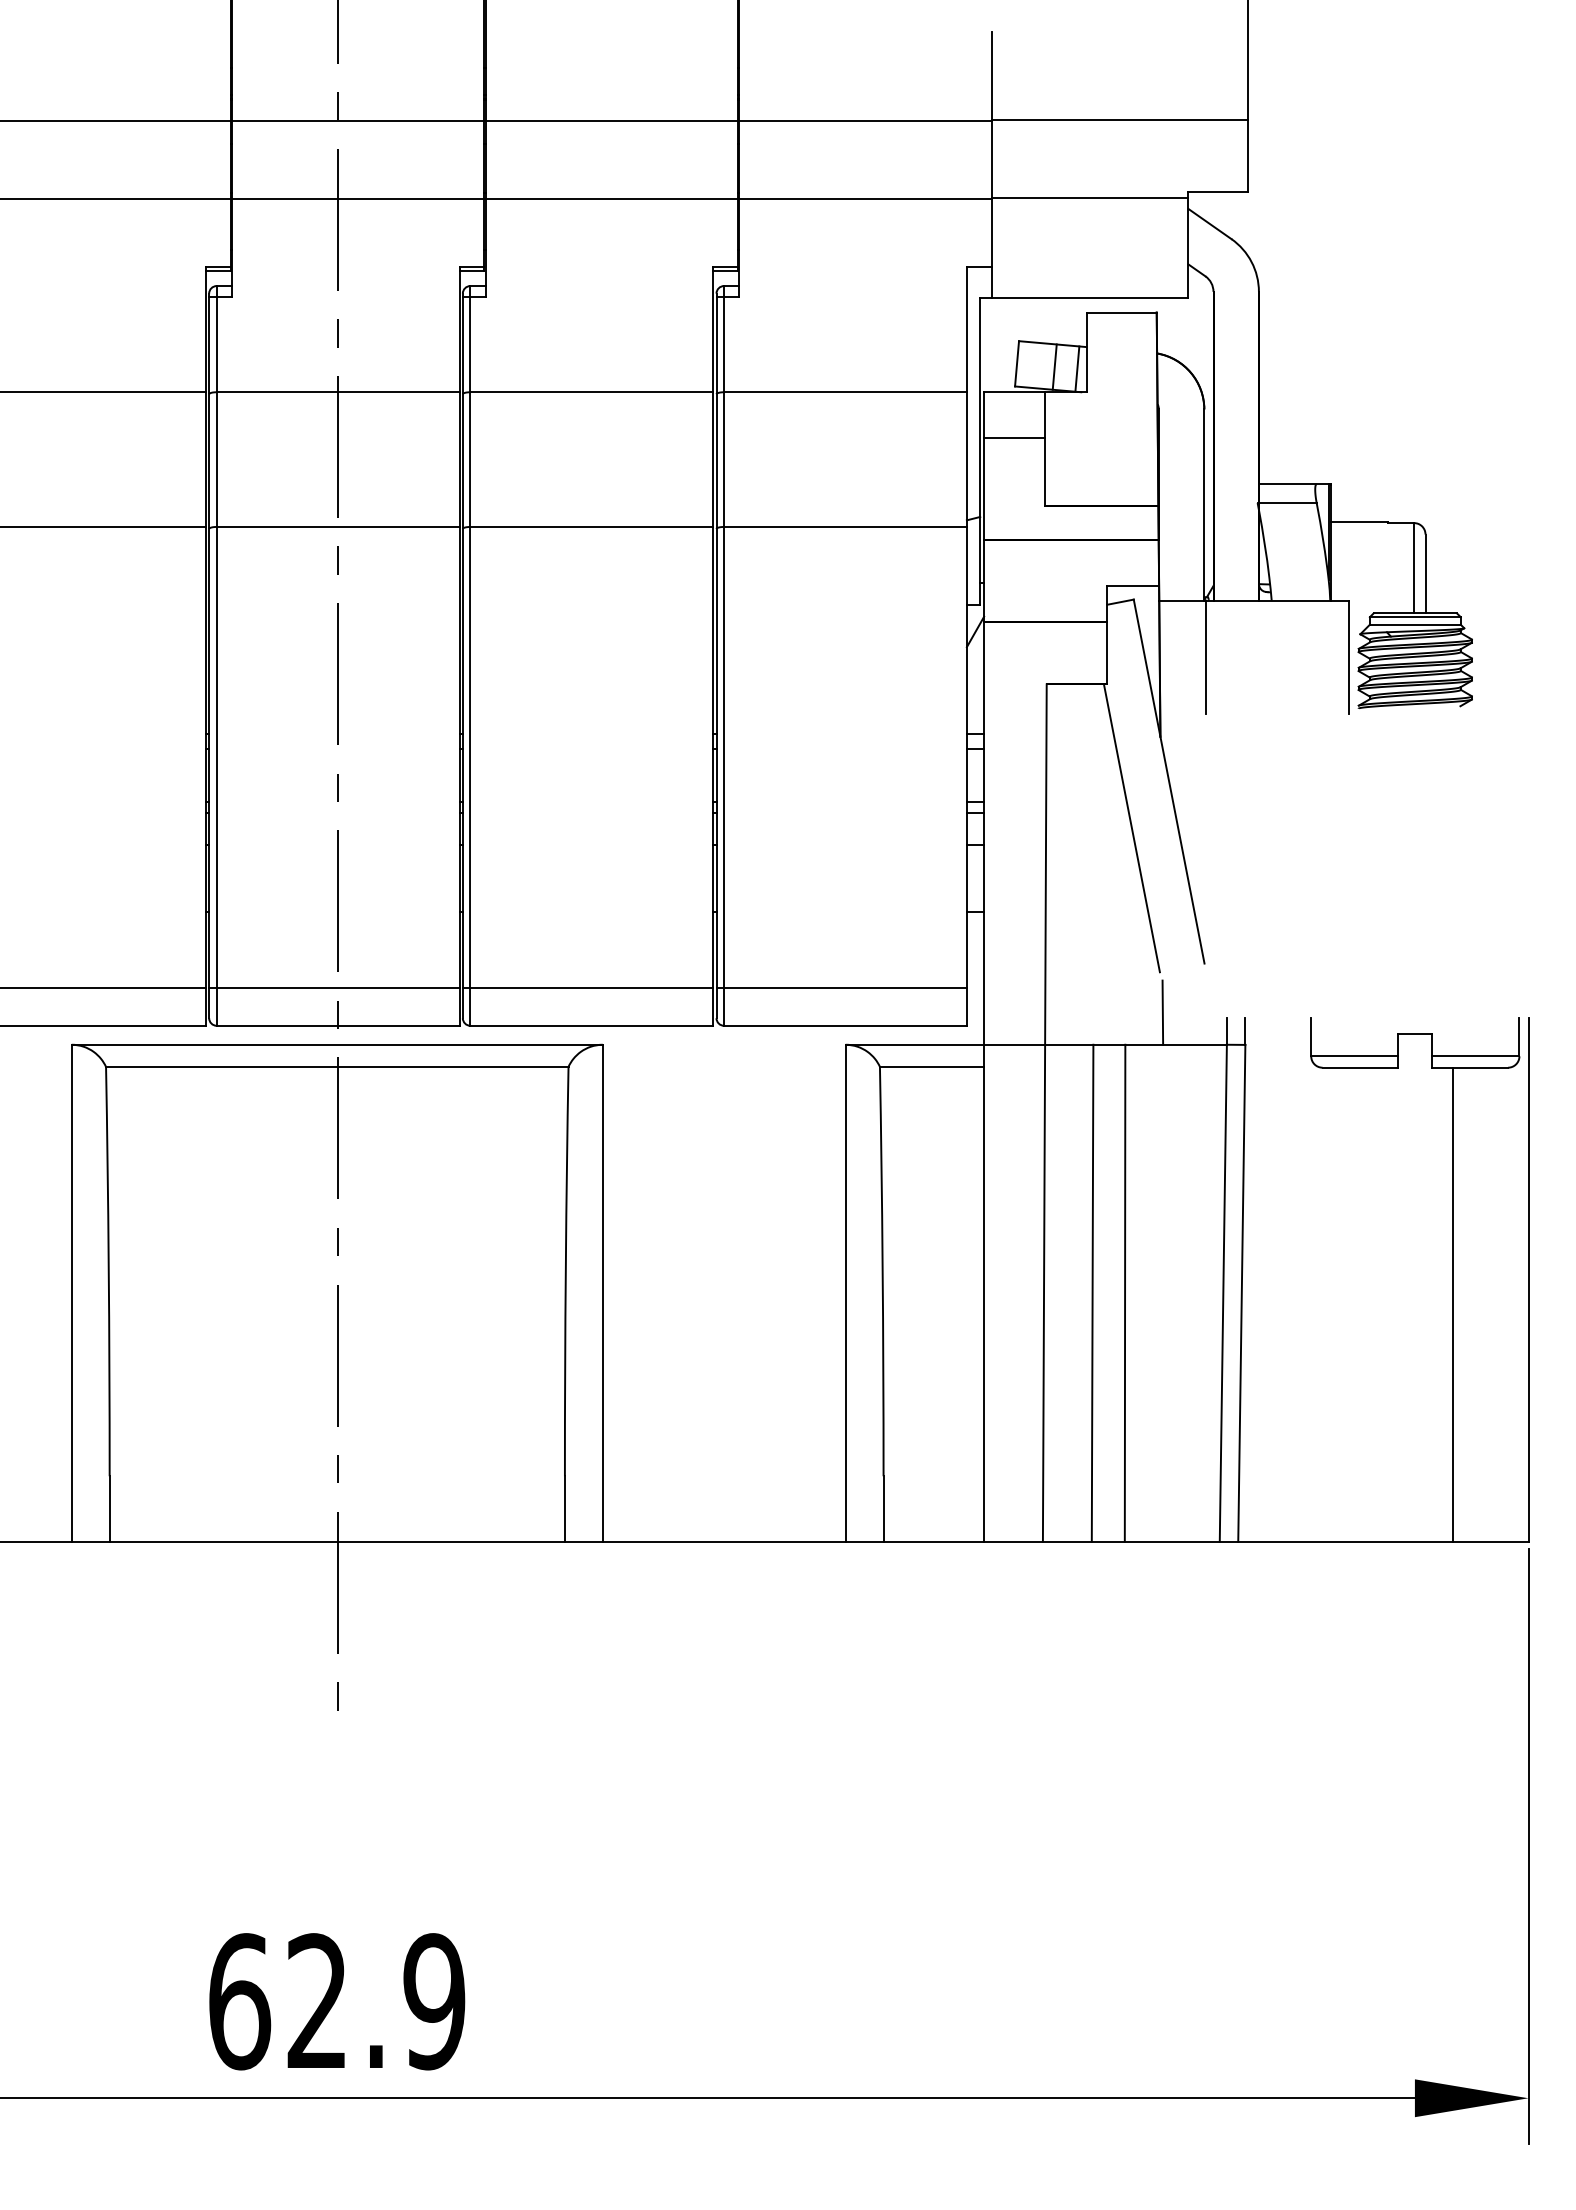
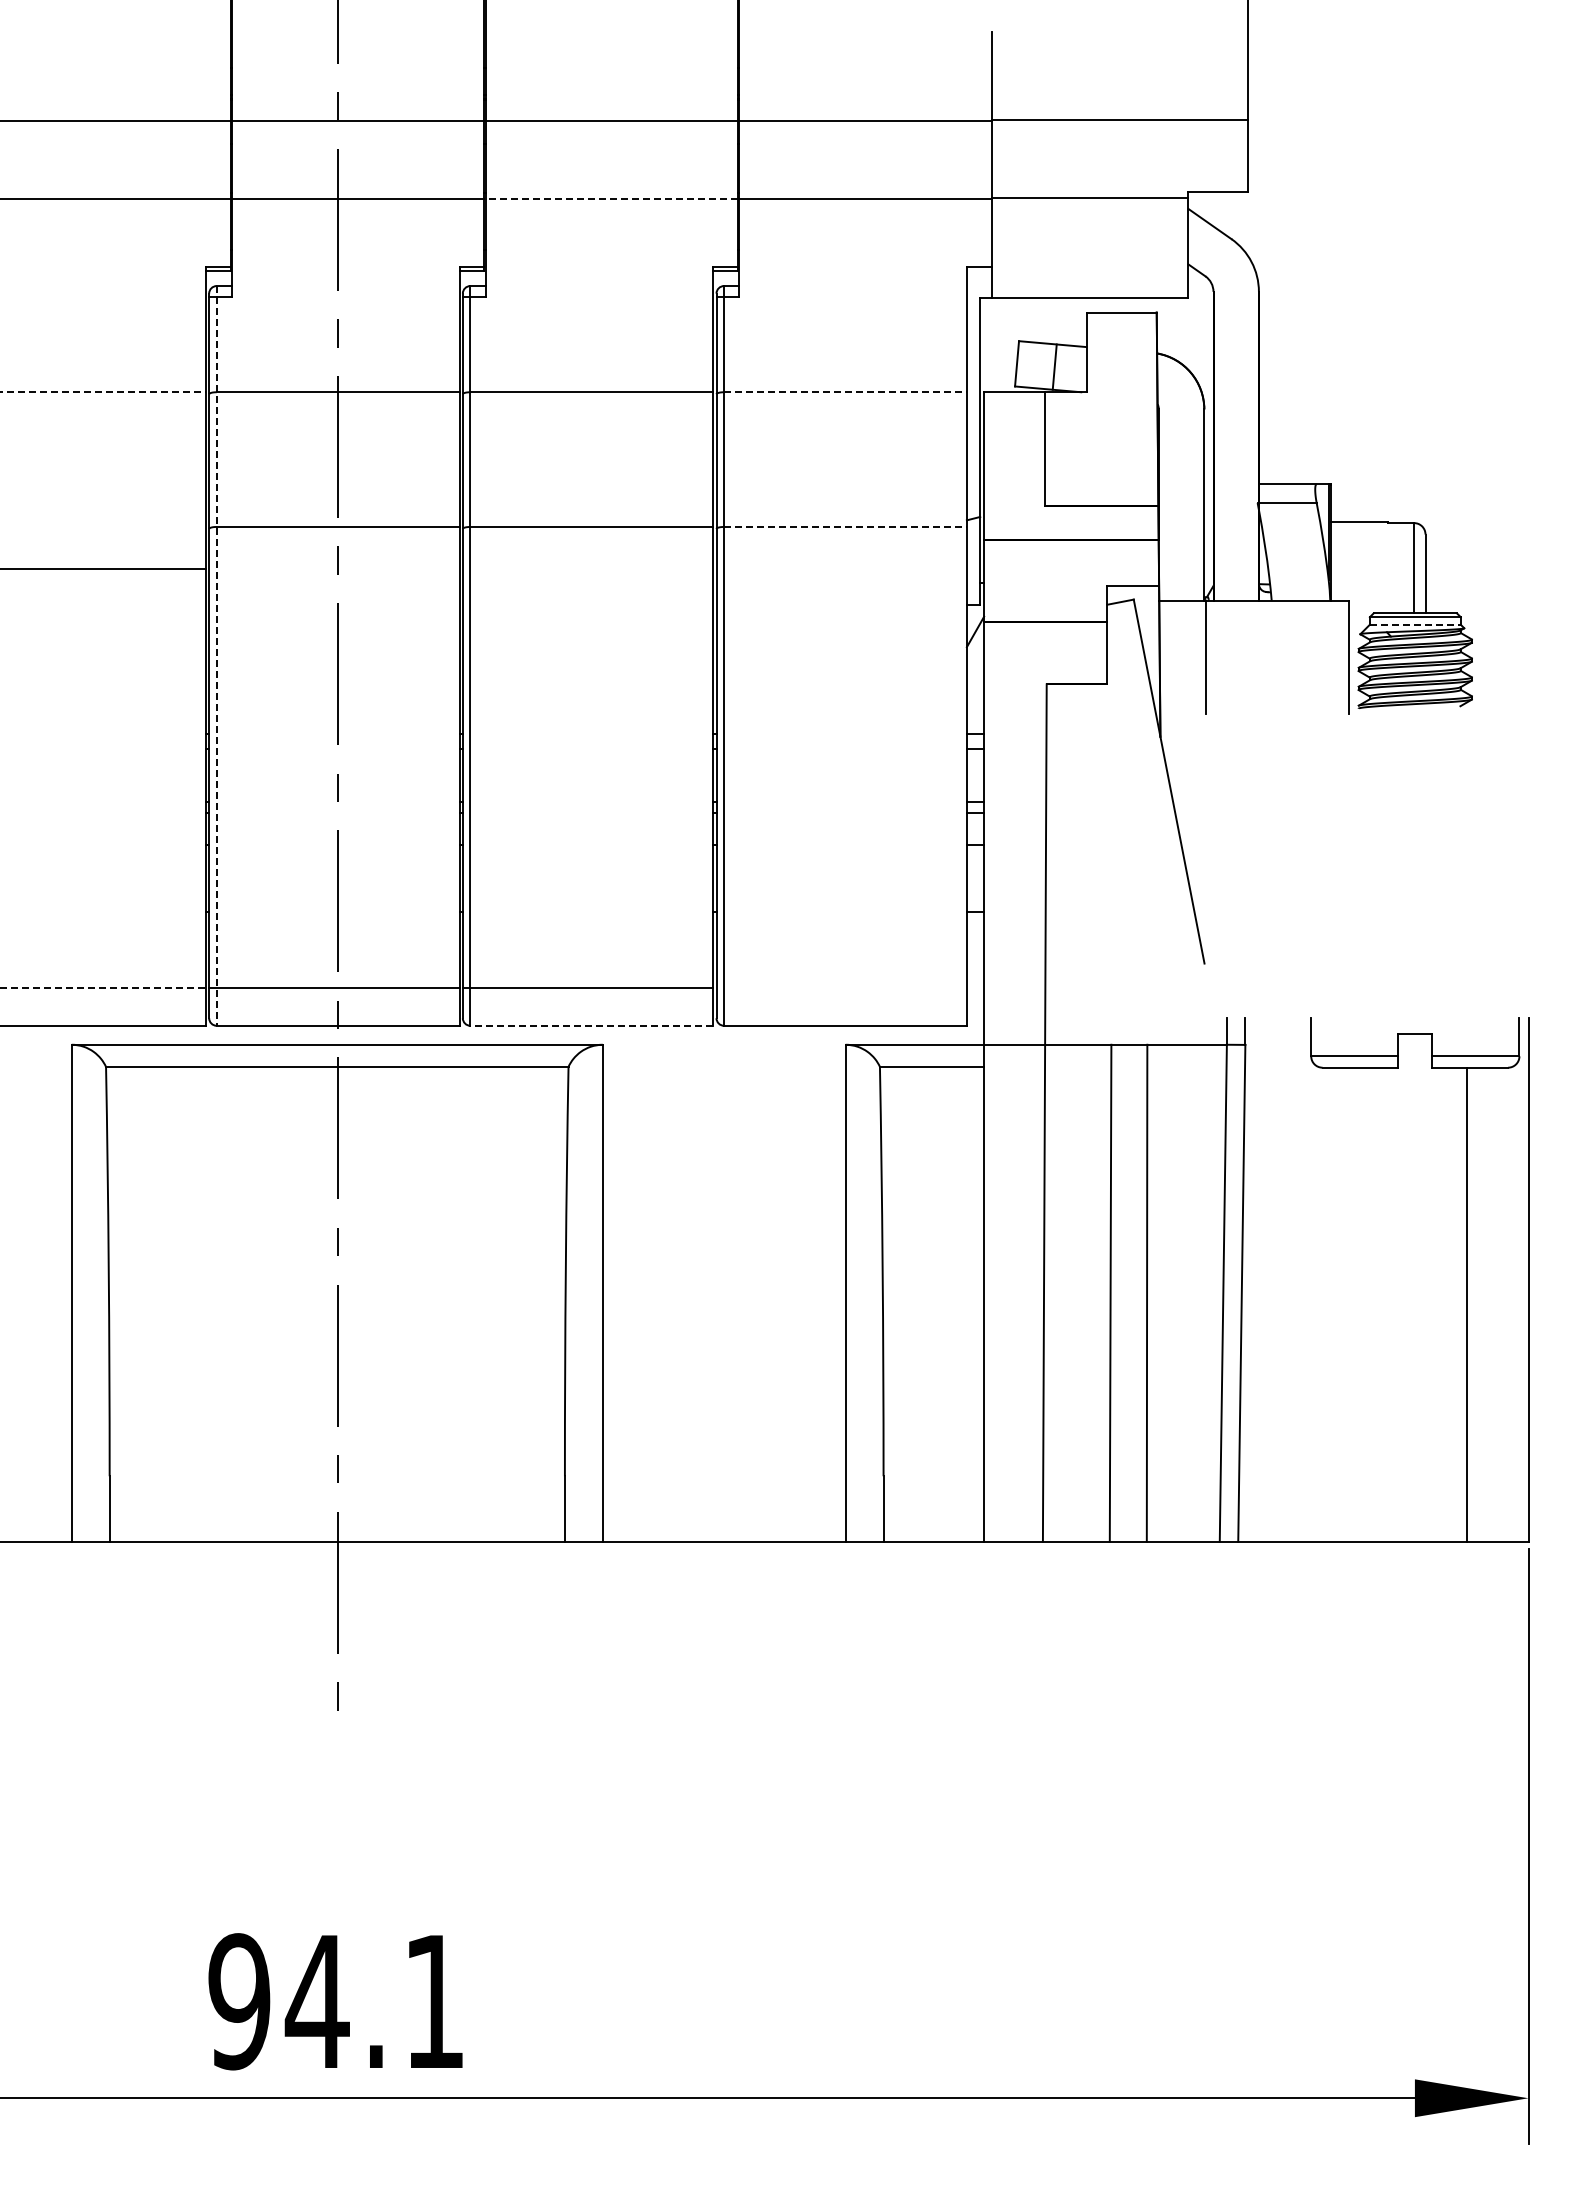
line at (611, 199): solid -> dashed
line at (1077, 368): present -> none
line at (102, 392): solid -> dashed
line at (845, 392): solid -> dashed
line at (1014, 437): present -> none
line at (103, 526) position: (103, 526) -> (103, 568)
line at (845, 526): solid -> dashed
line at (1415, 624): solid -> dashed
line at (216, 655): solid -> dashed
line at (1131, 828): present -> none
line at (103, 987): solid -> dashed
line at (841, 987): present -> none
line at (1162, 1012): present -> none
line at (591, 1025): solid -> dashed
line at (1092, 1292) position: (1092, 1292) -> (1110, 1292)
line at (1124, 1292) position: (1124, 1292) -> (1146, 1292)
line at (1452, 1304) position: (1452, 1304) -> (1466, 1304)
text at (336, 2001): 62.9 -> 94.1
